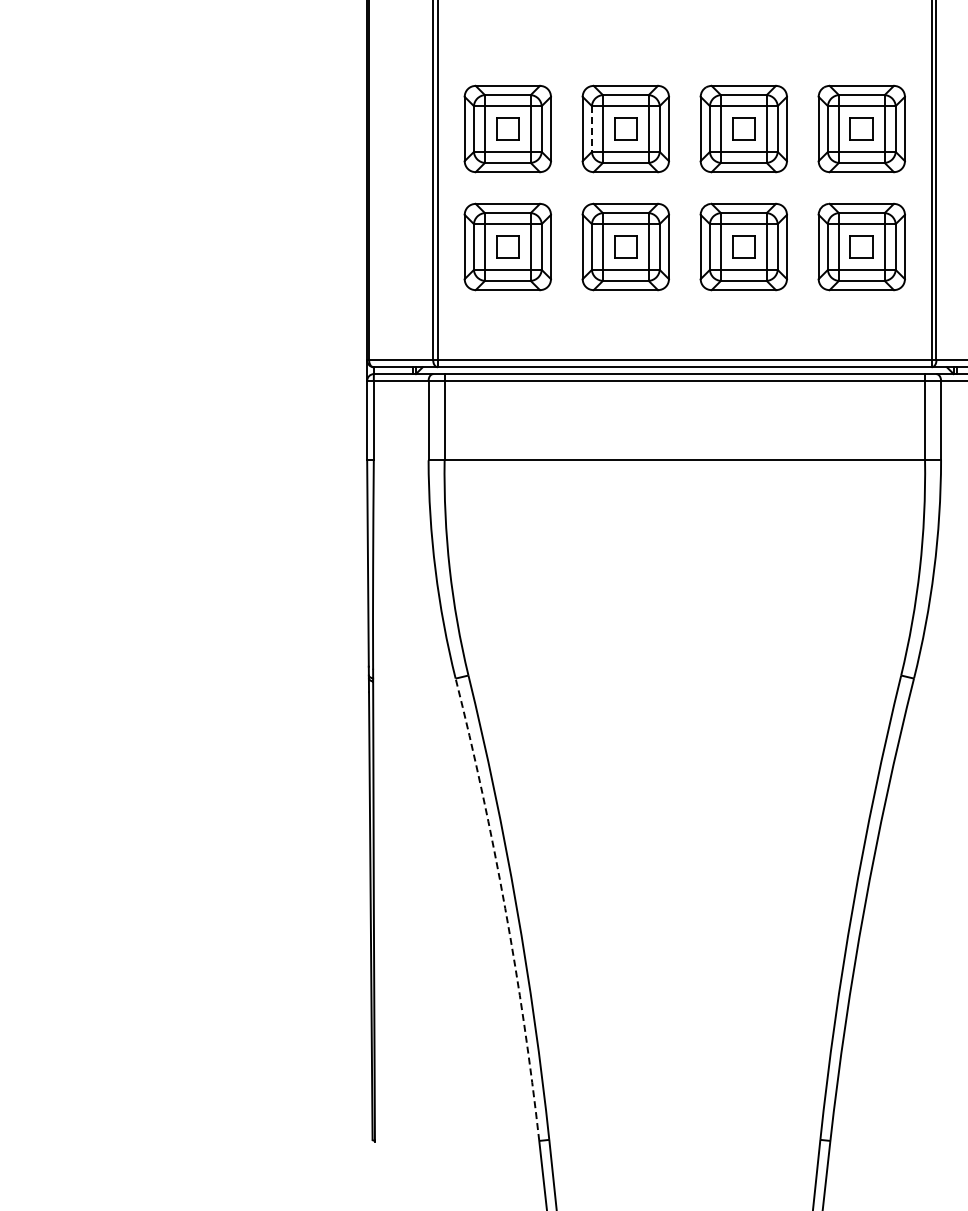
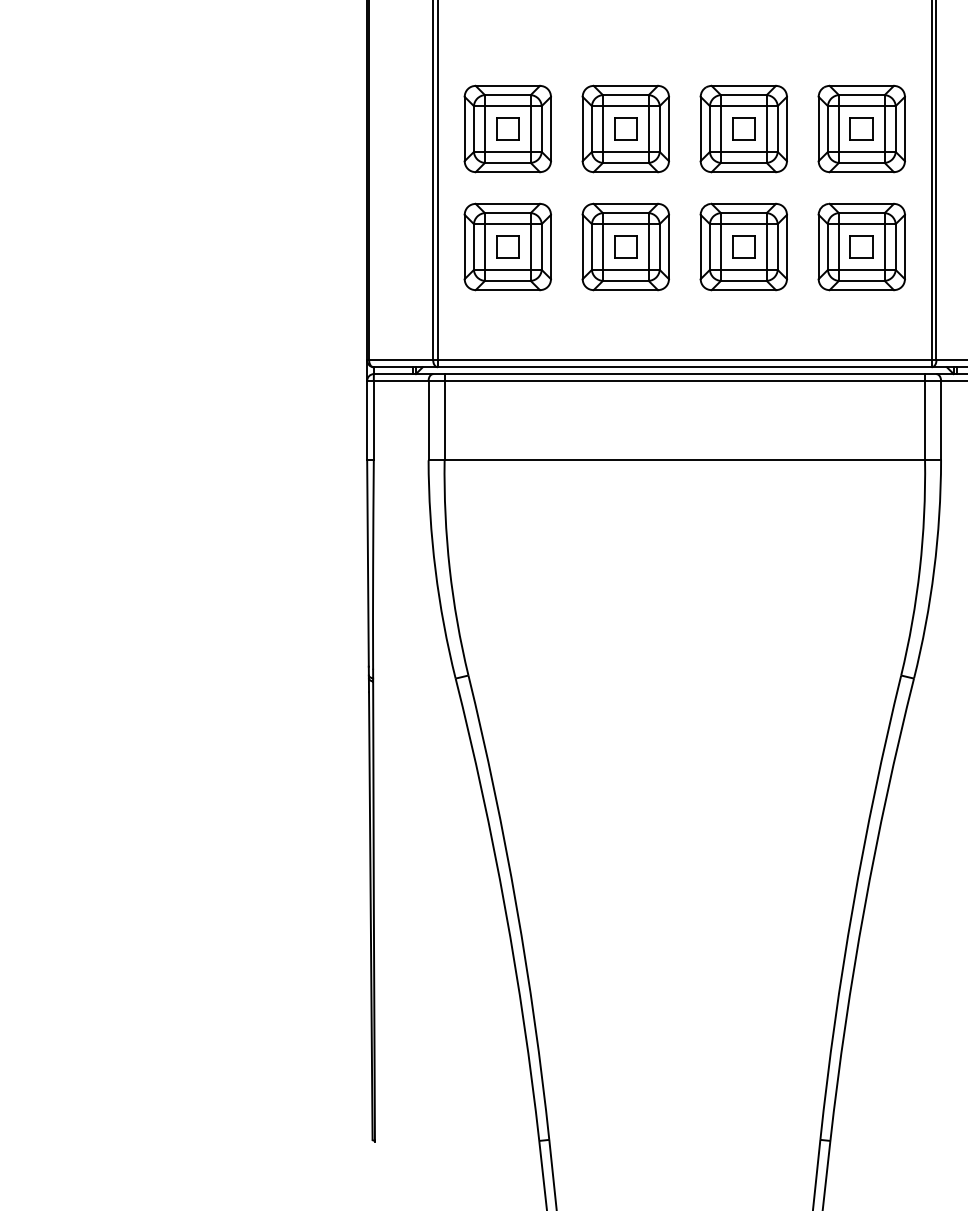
line at (591, 129): dashed -> solid
arc at (505, 908): dashed -> solid
